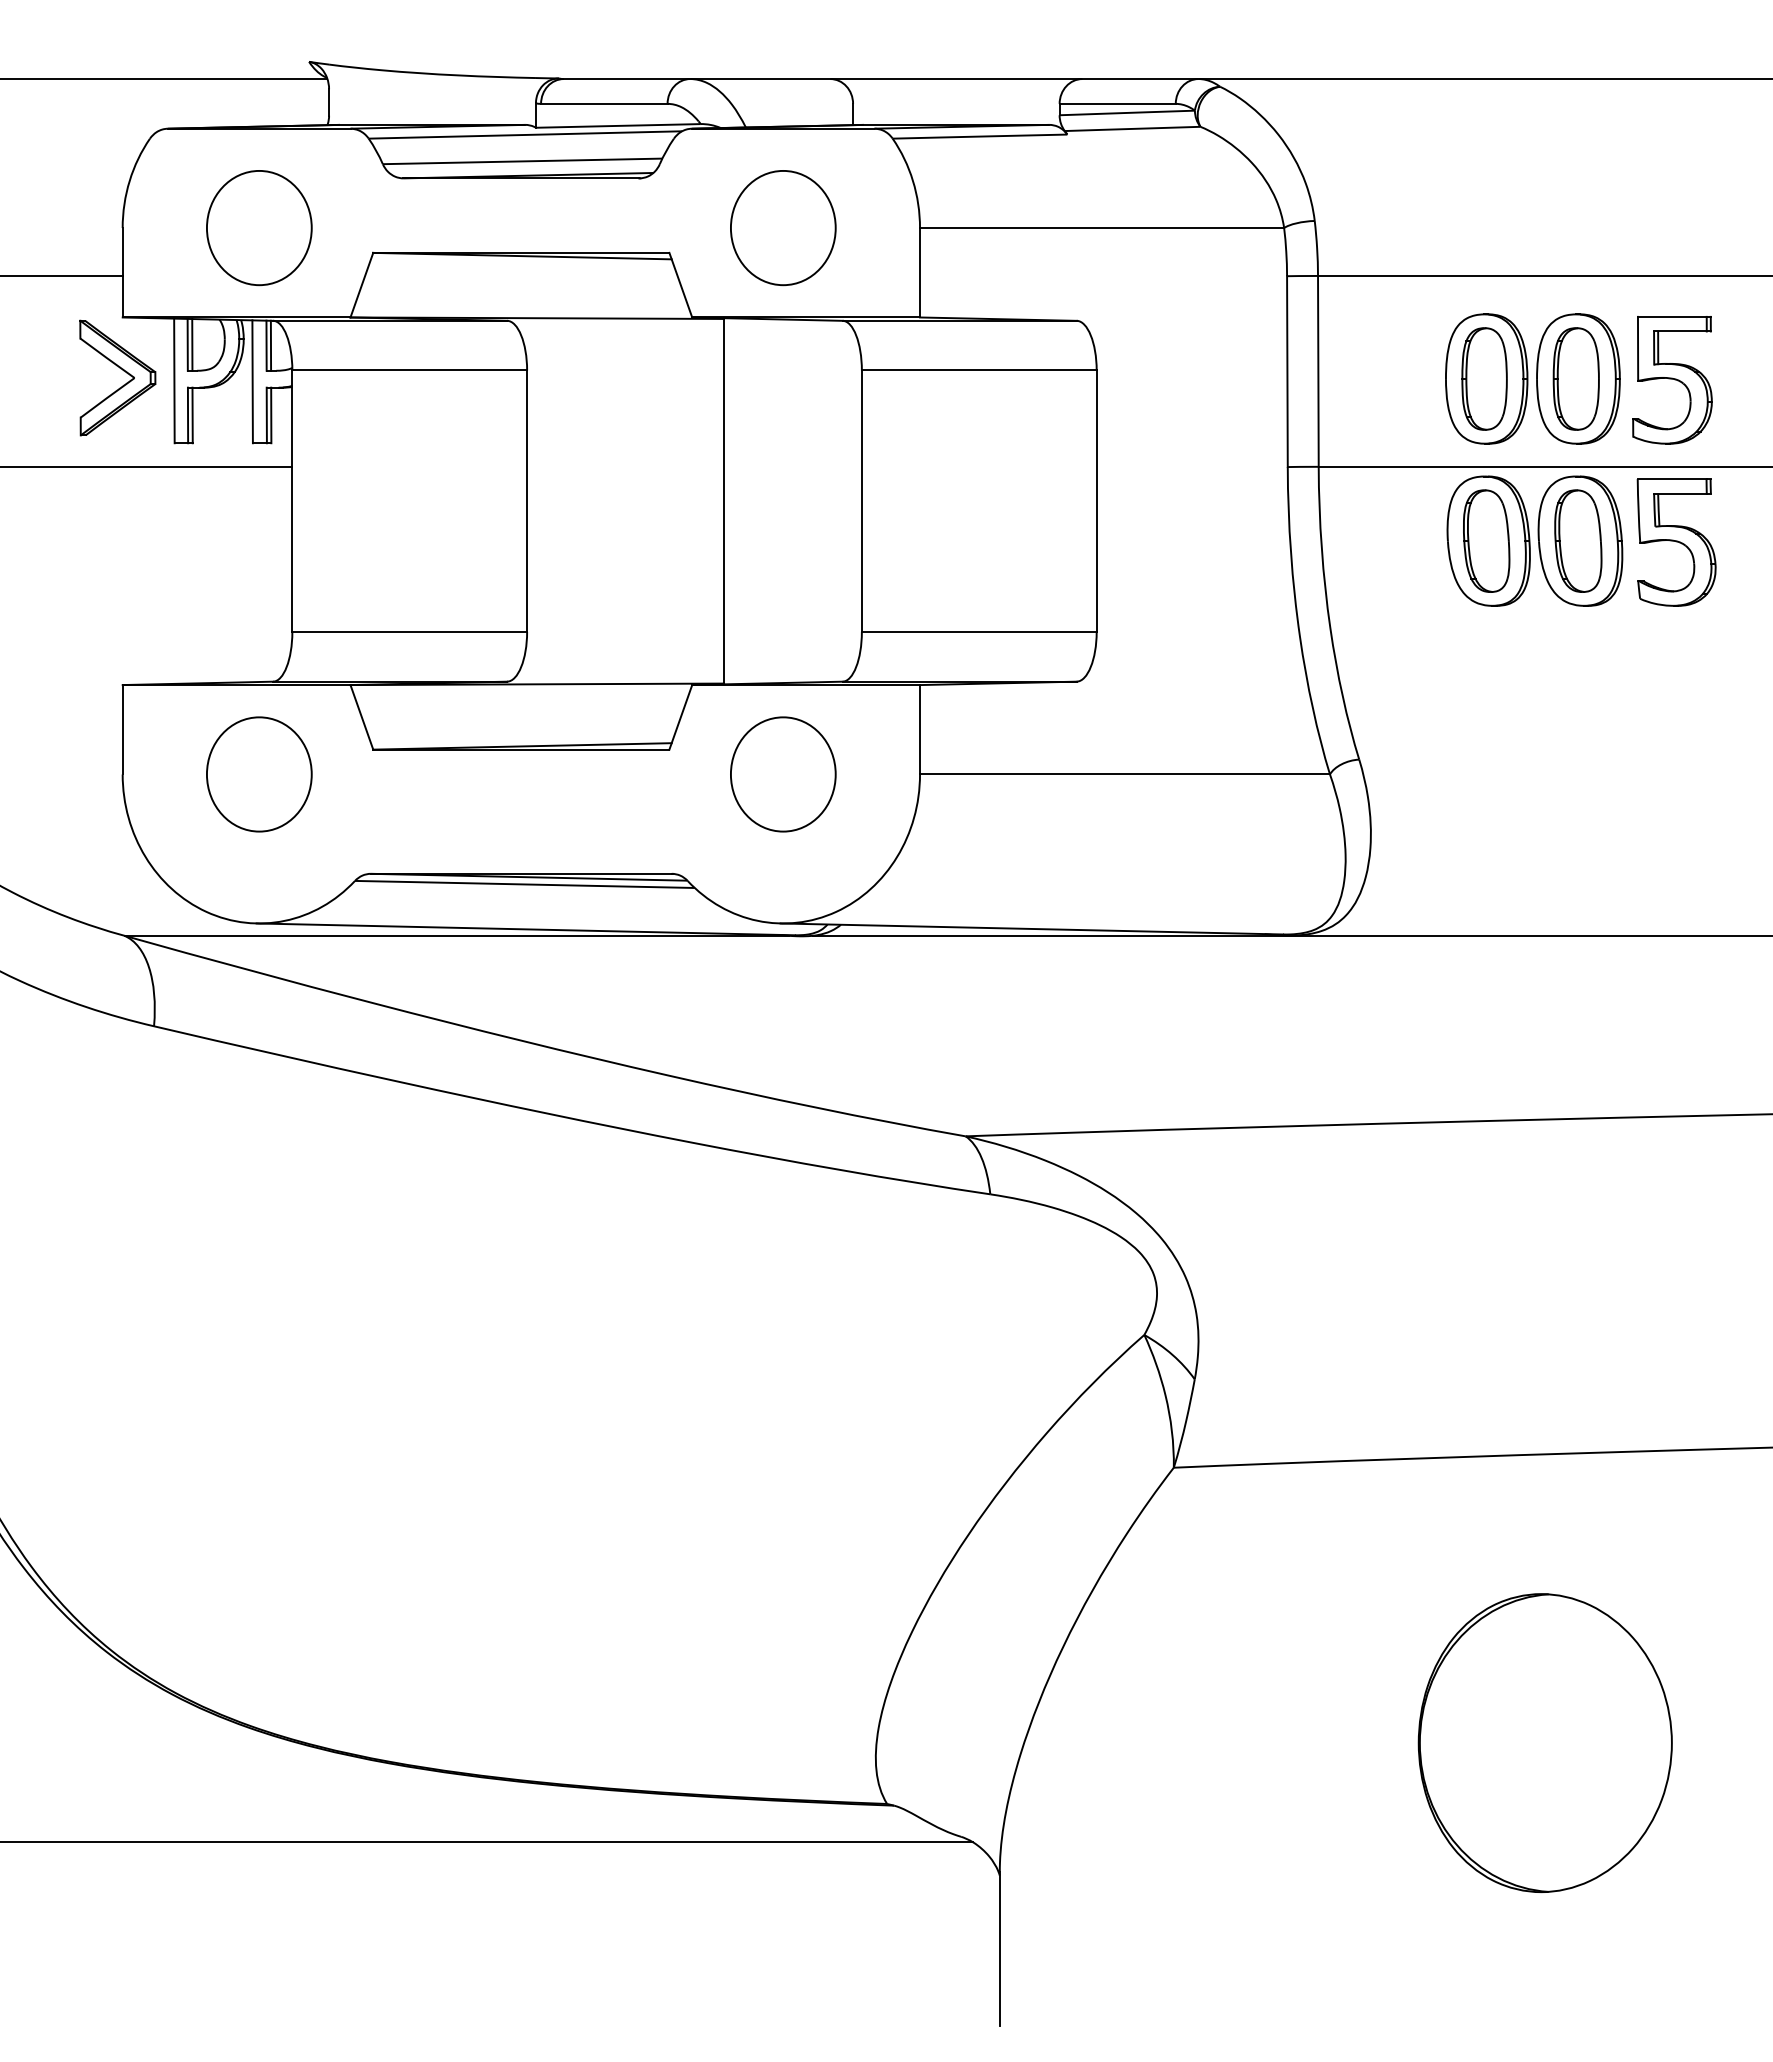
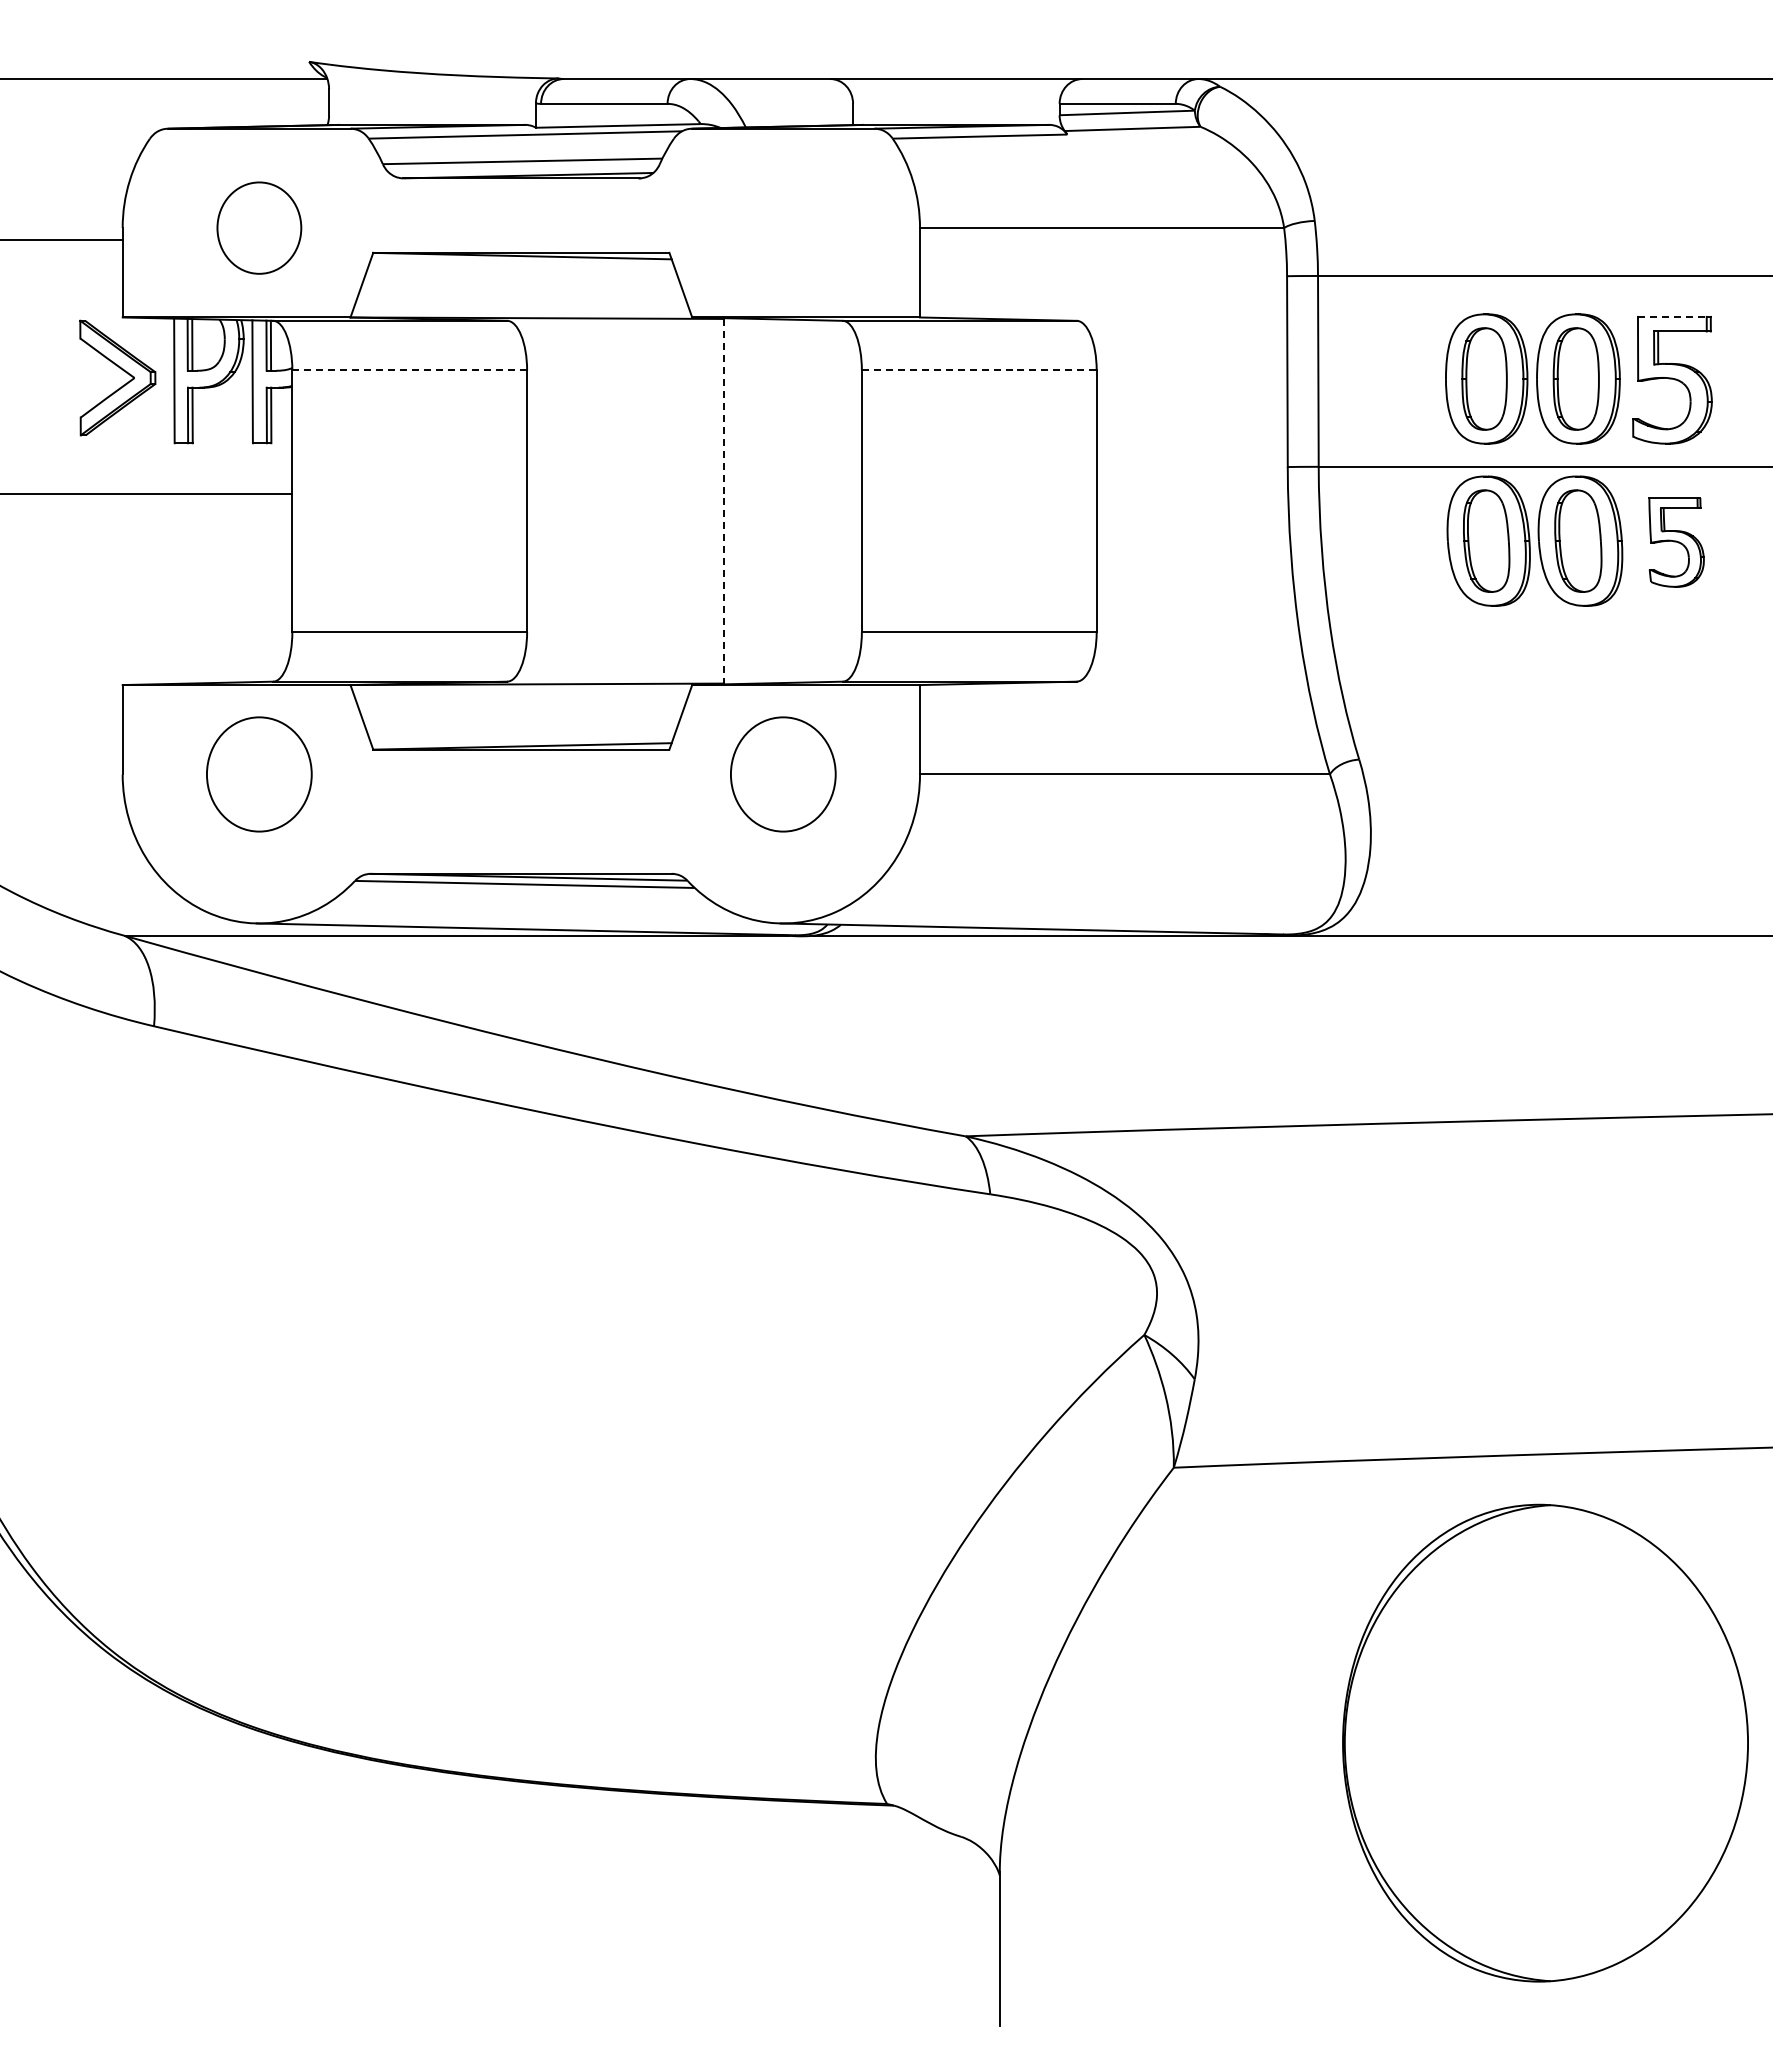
part at (259, 228) size: 107x117 px -> 87x94 px
part at (783, 228): present -> none
line at (62, 276) position: (62, 276) -> (62, 240)
line at (1672, 316): solid -> dashed
line at (410, 370): solid -> dashed
line at (979, 370): solid -> dashed
line at (147, 466) position: (147, 466) -> (147, 493)
line at (723, 501): solid -> dashed
part at (1676, 542) size: 81x129 px -> 57x91 px
part at (1544, 1742) size: 256x300 px -> 407x480 px
line at (487, 1842): present -> none
